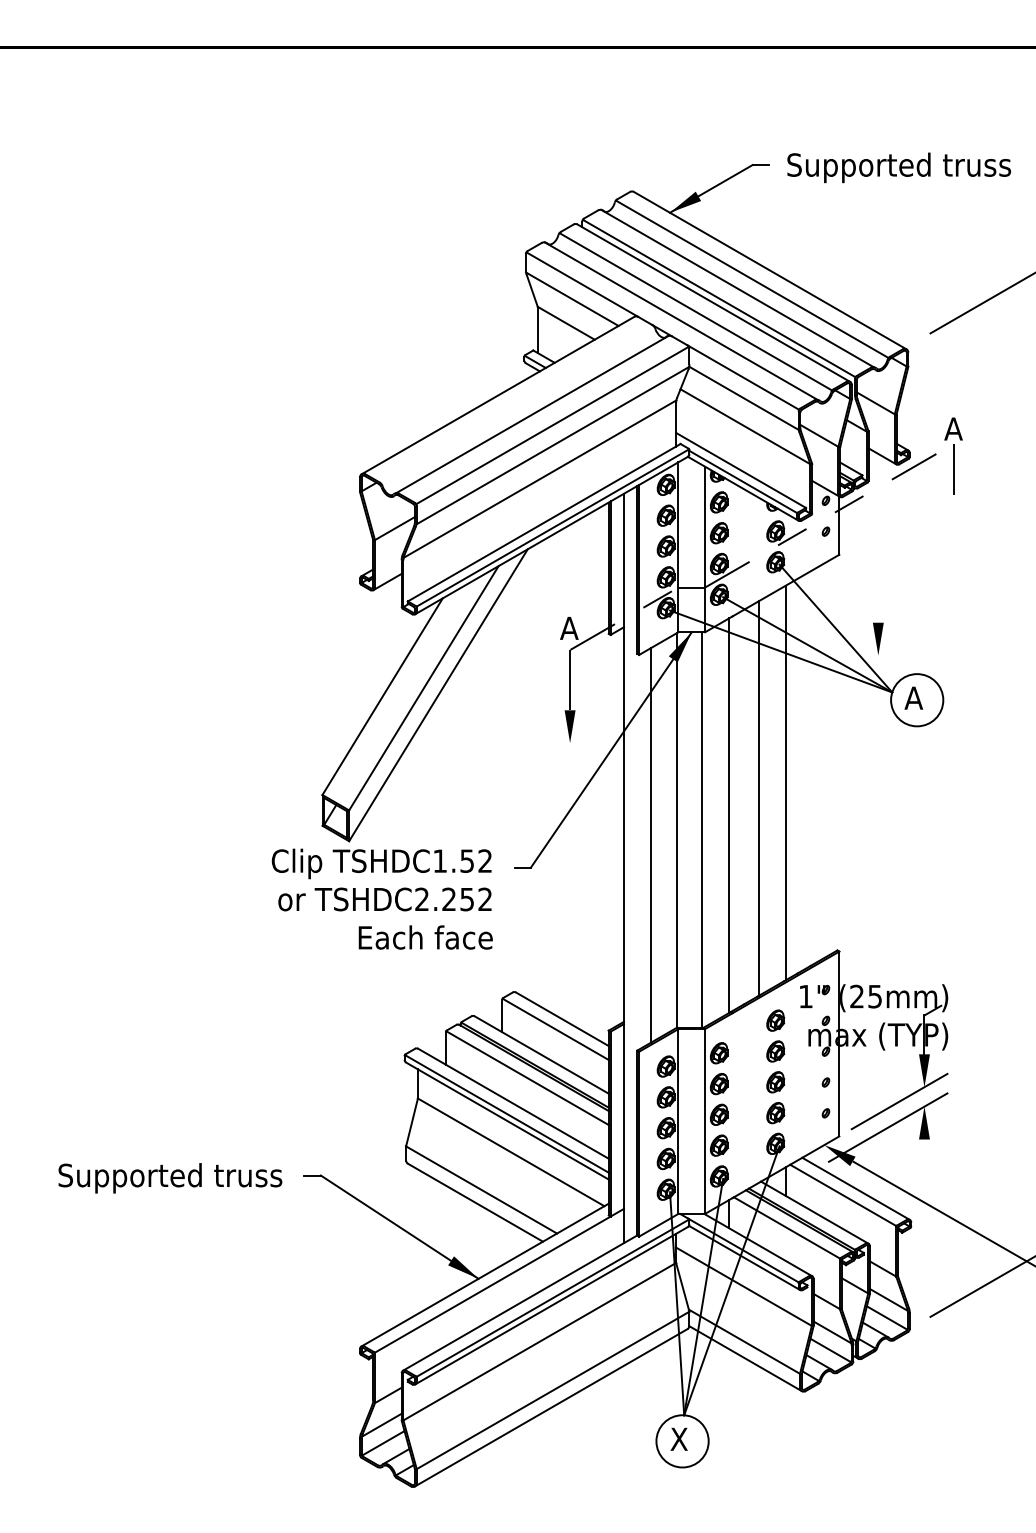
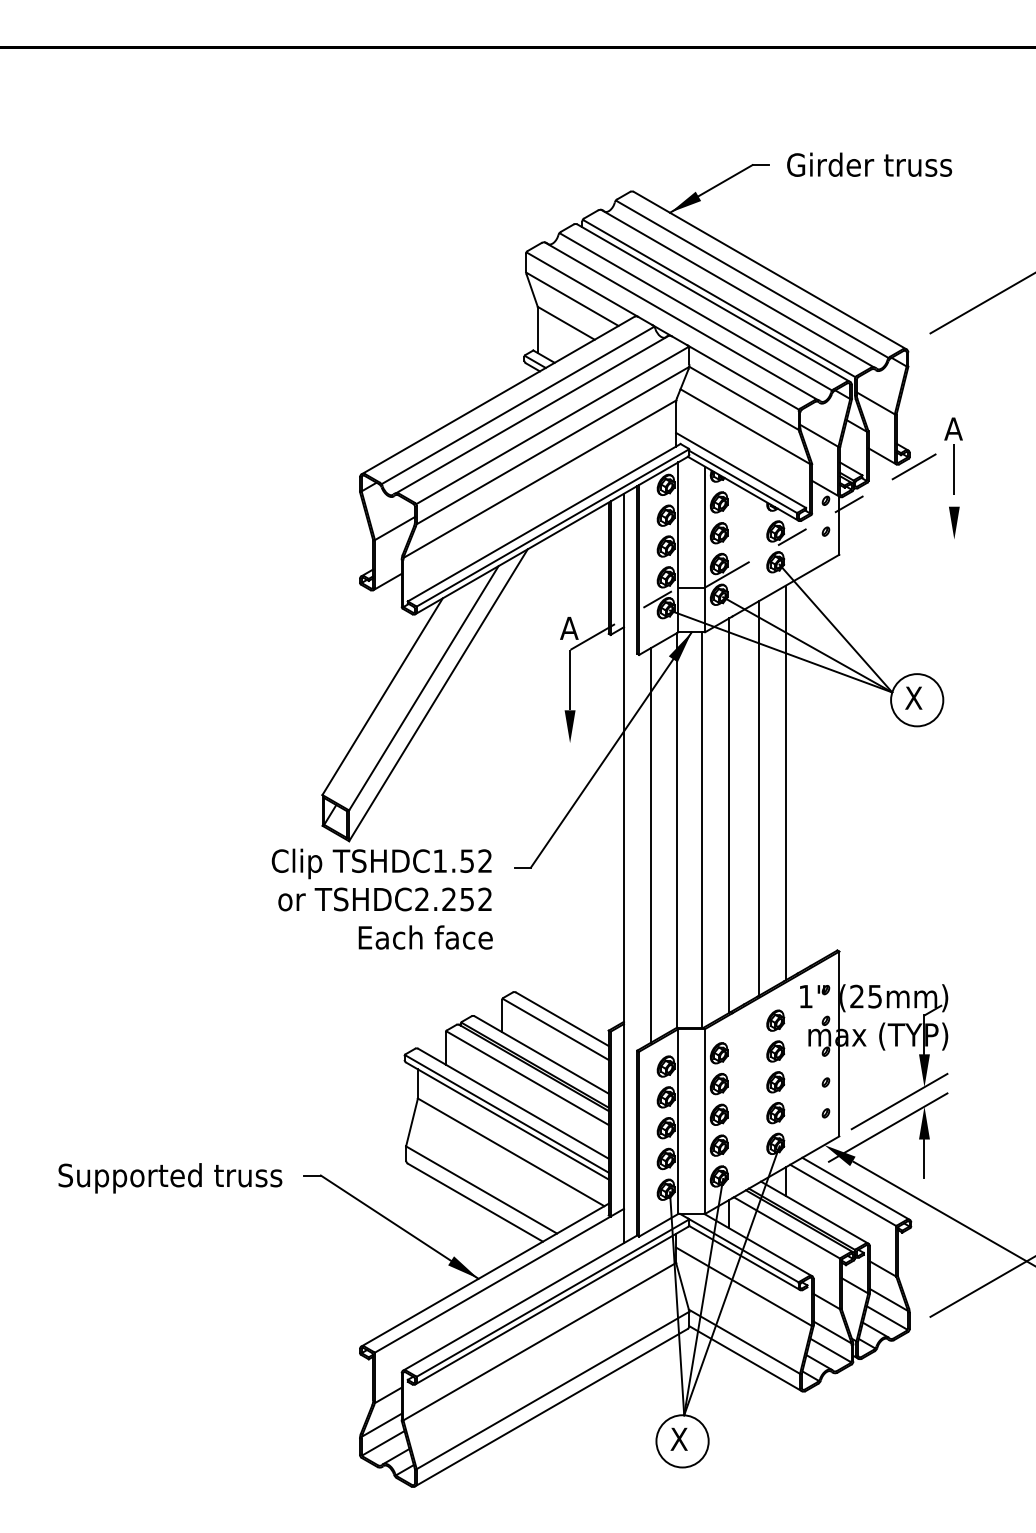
text at (899, 167): Supported truss -> Girder truss
line at (517, 405): none -> present
part at (878, 638) position: (878, 638) -> (954, 522)
text at (913, 697): A -> X
line at (924, 1158): none -> present
